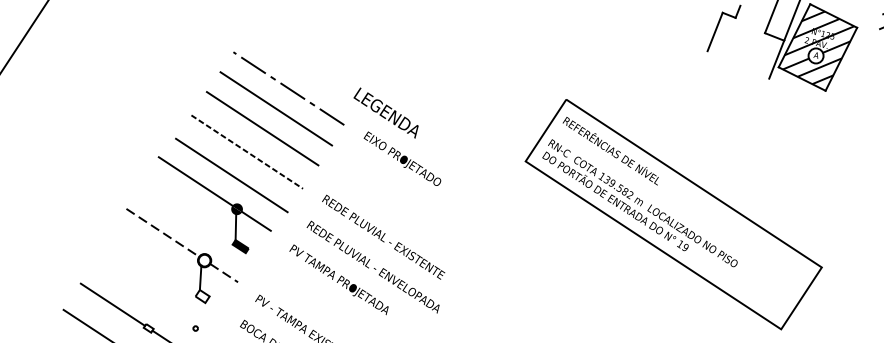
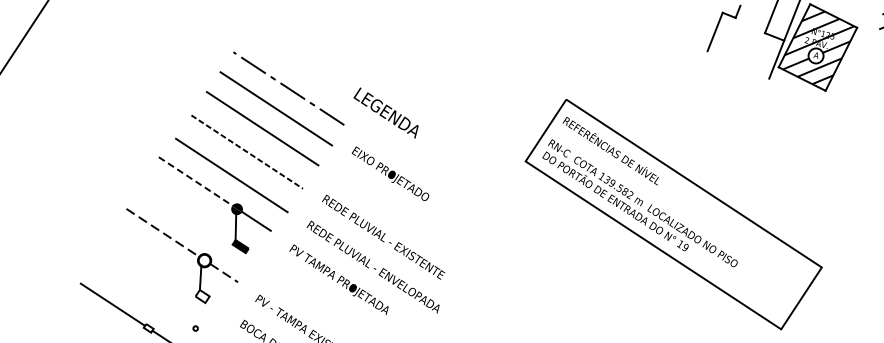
text at (402, 158) position: (402, 158) -> (390, 173)
line at (196, 181): solid -> dashed
line at (85, 324): present -> none
